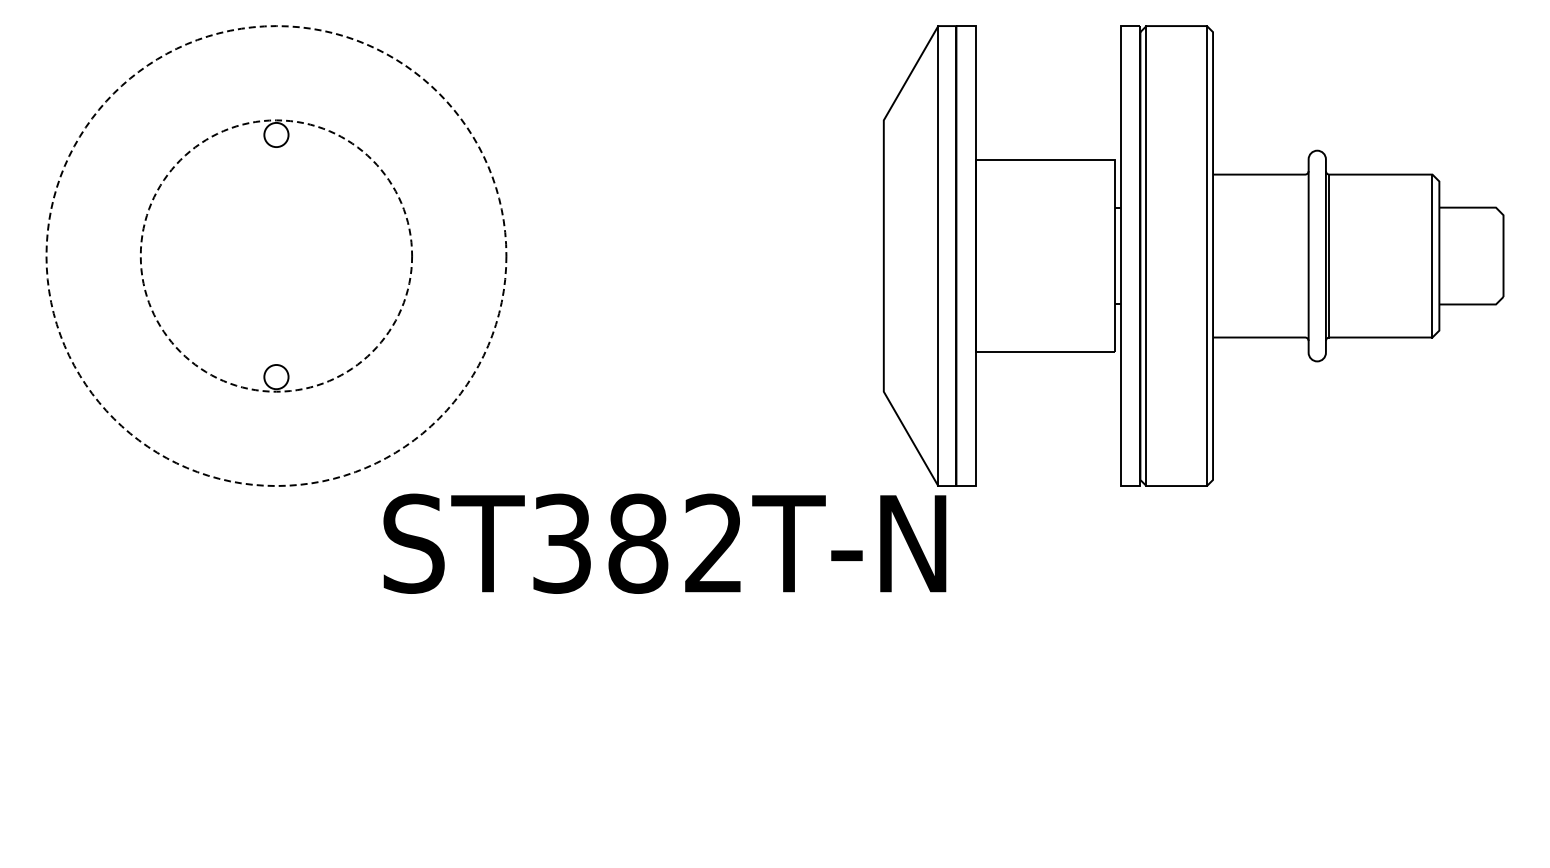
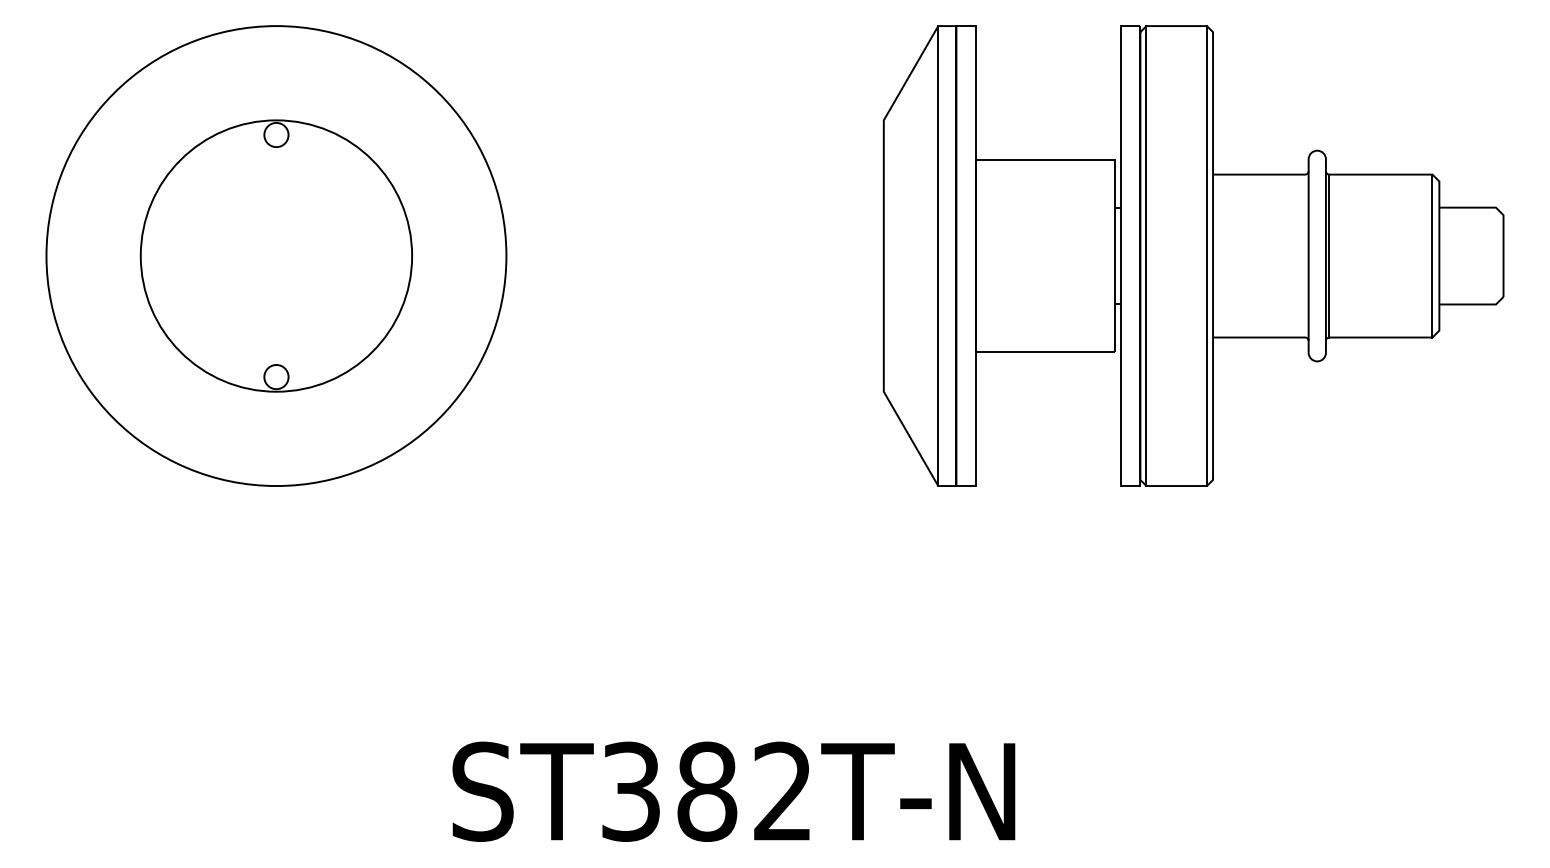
circle at (276, 255): dashed -> solid
circle at (276, 256): dashed -> solid
text at (664, 543) position: (664, 543) -> (733, 791)
